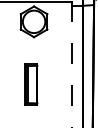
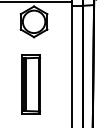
line at (72, 63): dashed -> solid
part at (31, 84) size: 15x43 px -> 20x61 px
